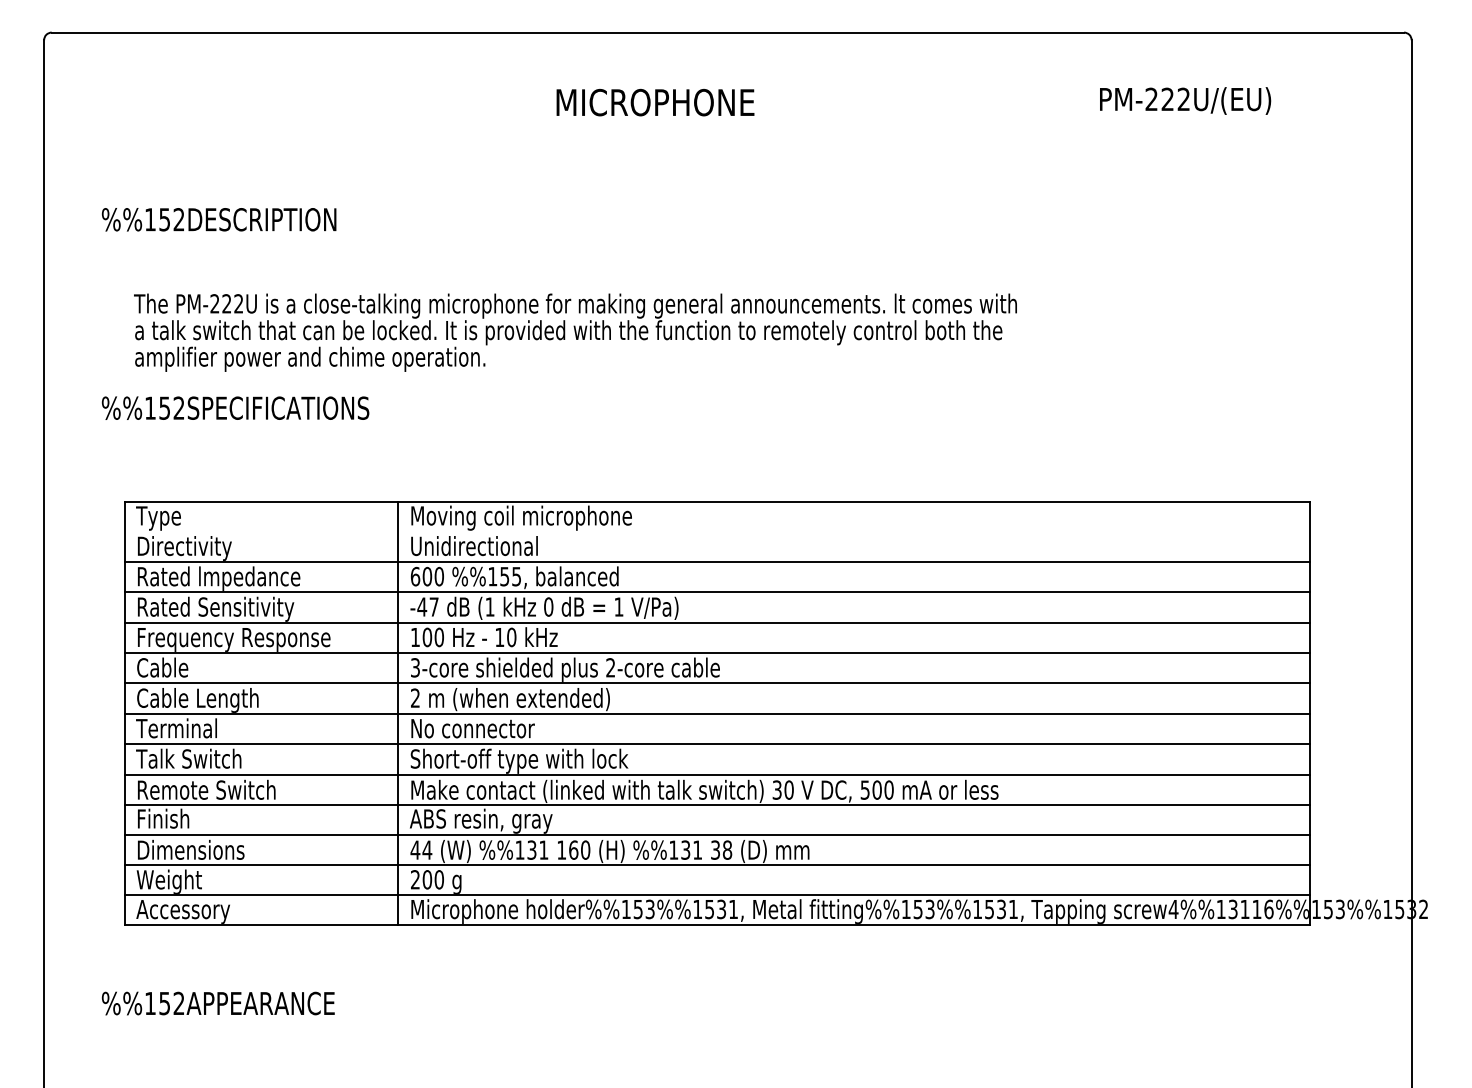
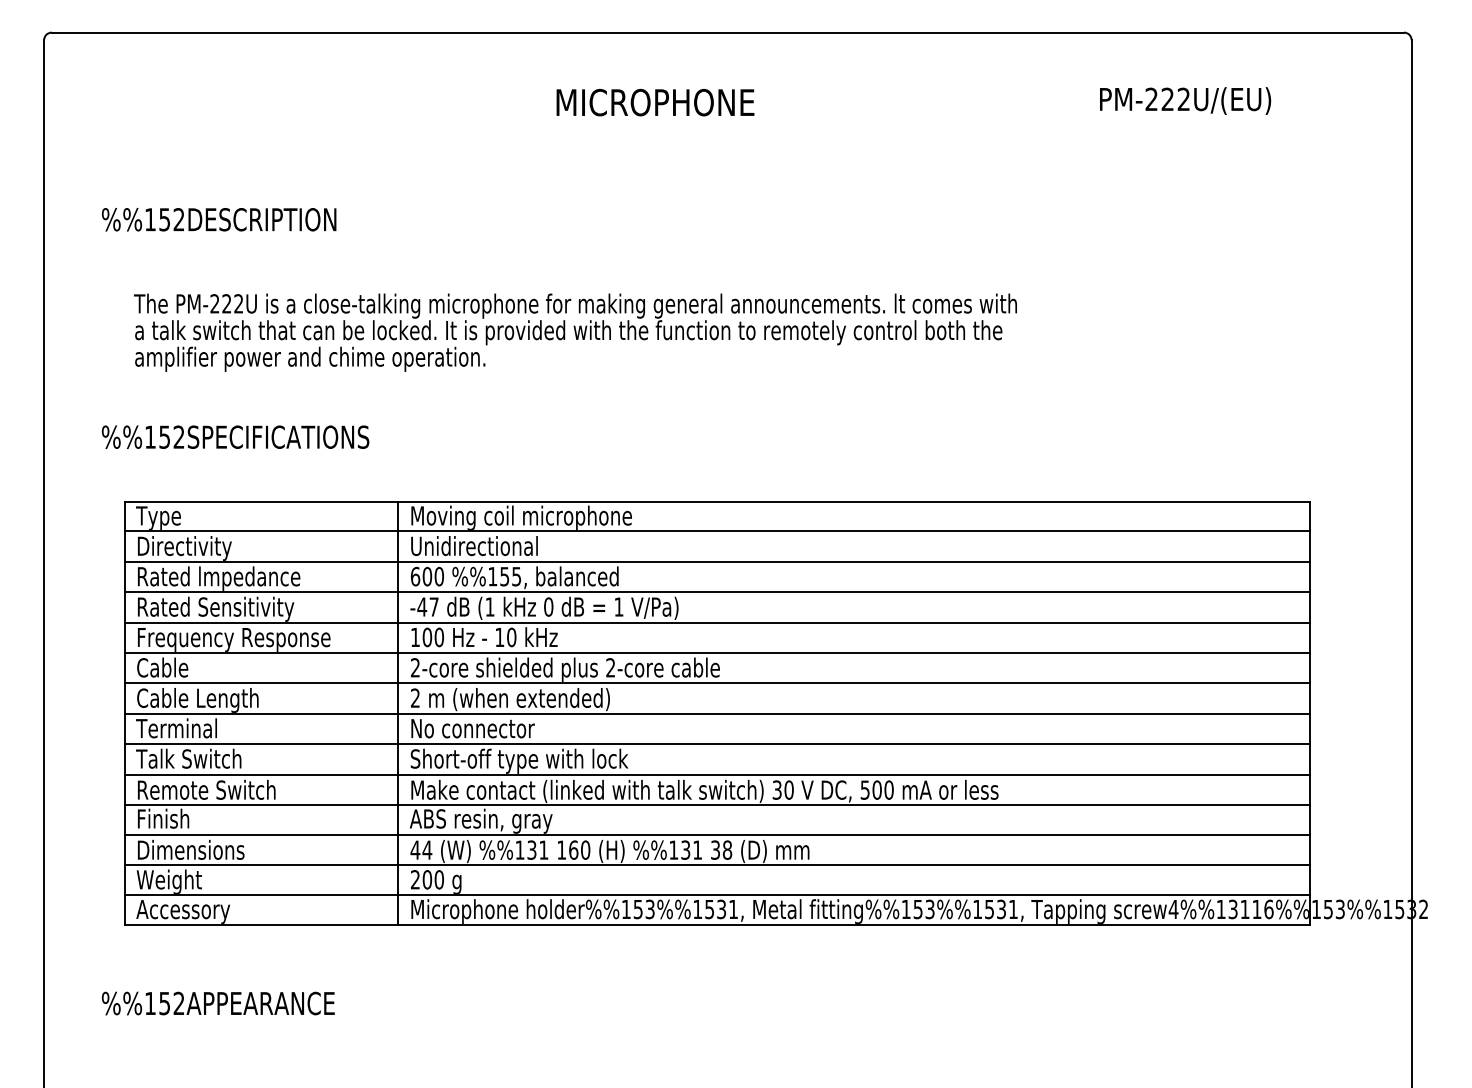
text at (235, 407) position: (235, 407) -> (235, 436)
line at (716, 531): none -> present
text at (415, 667): 3-core -> 2-core
